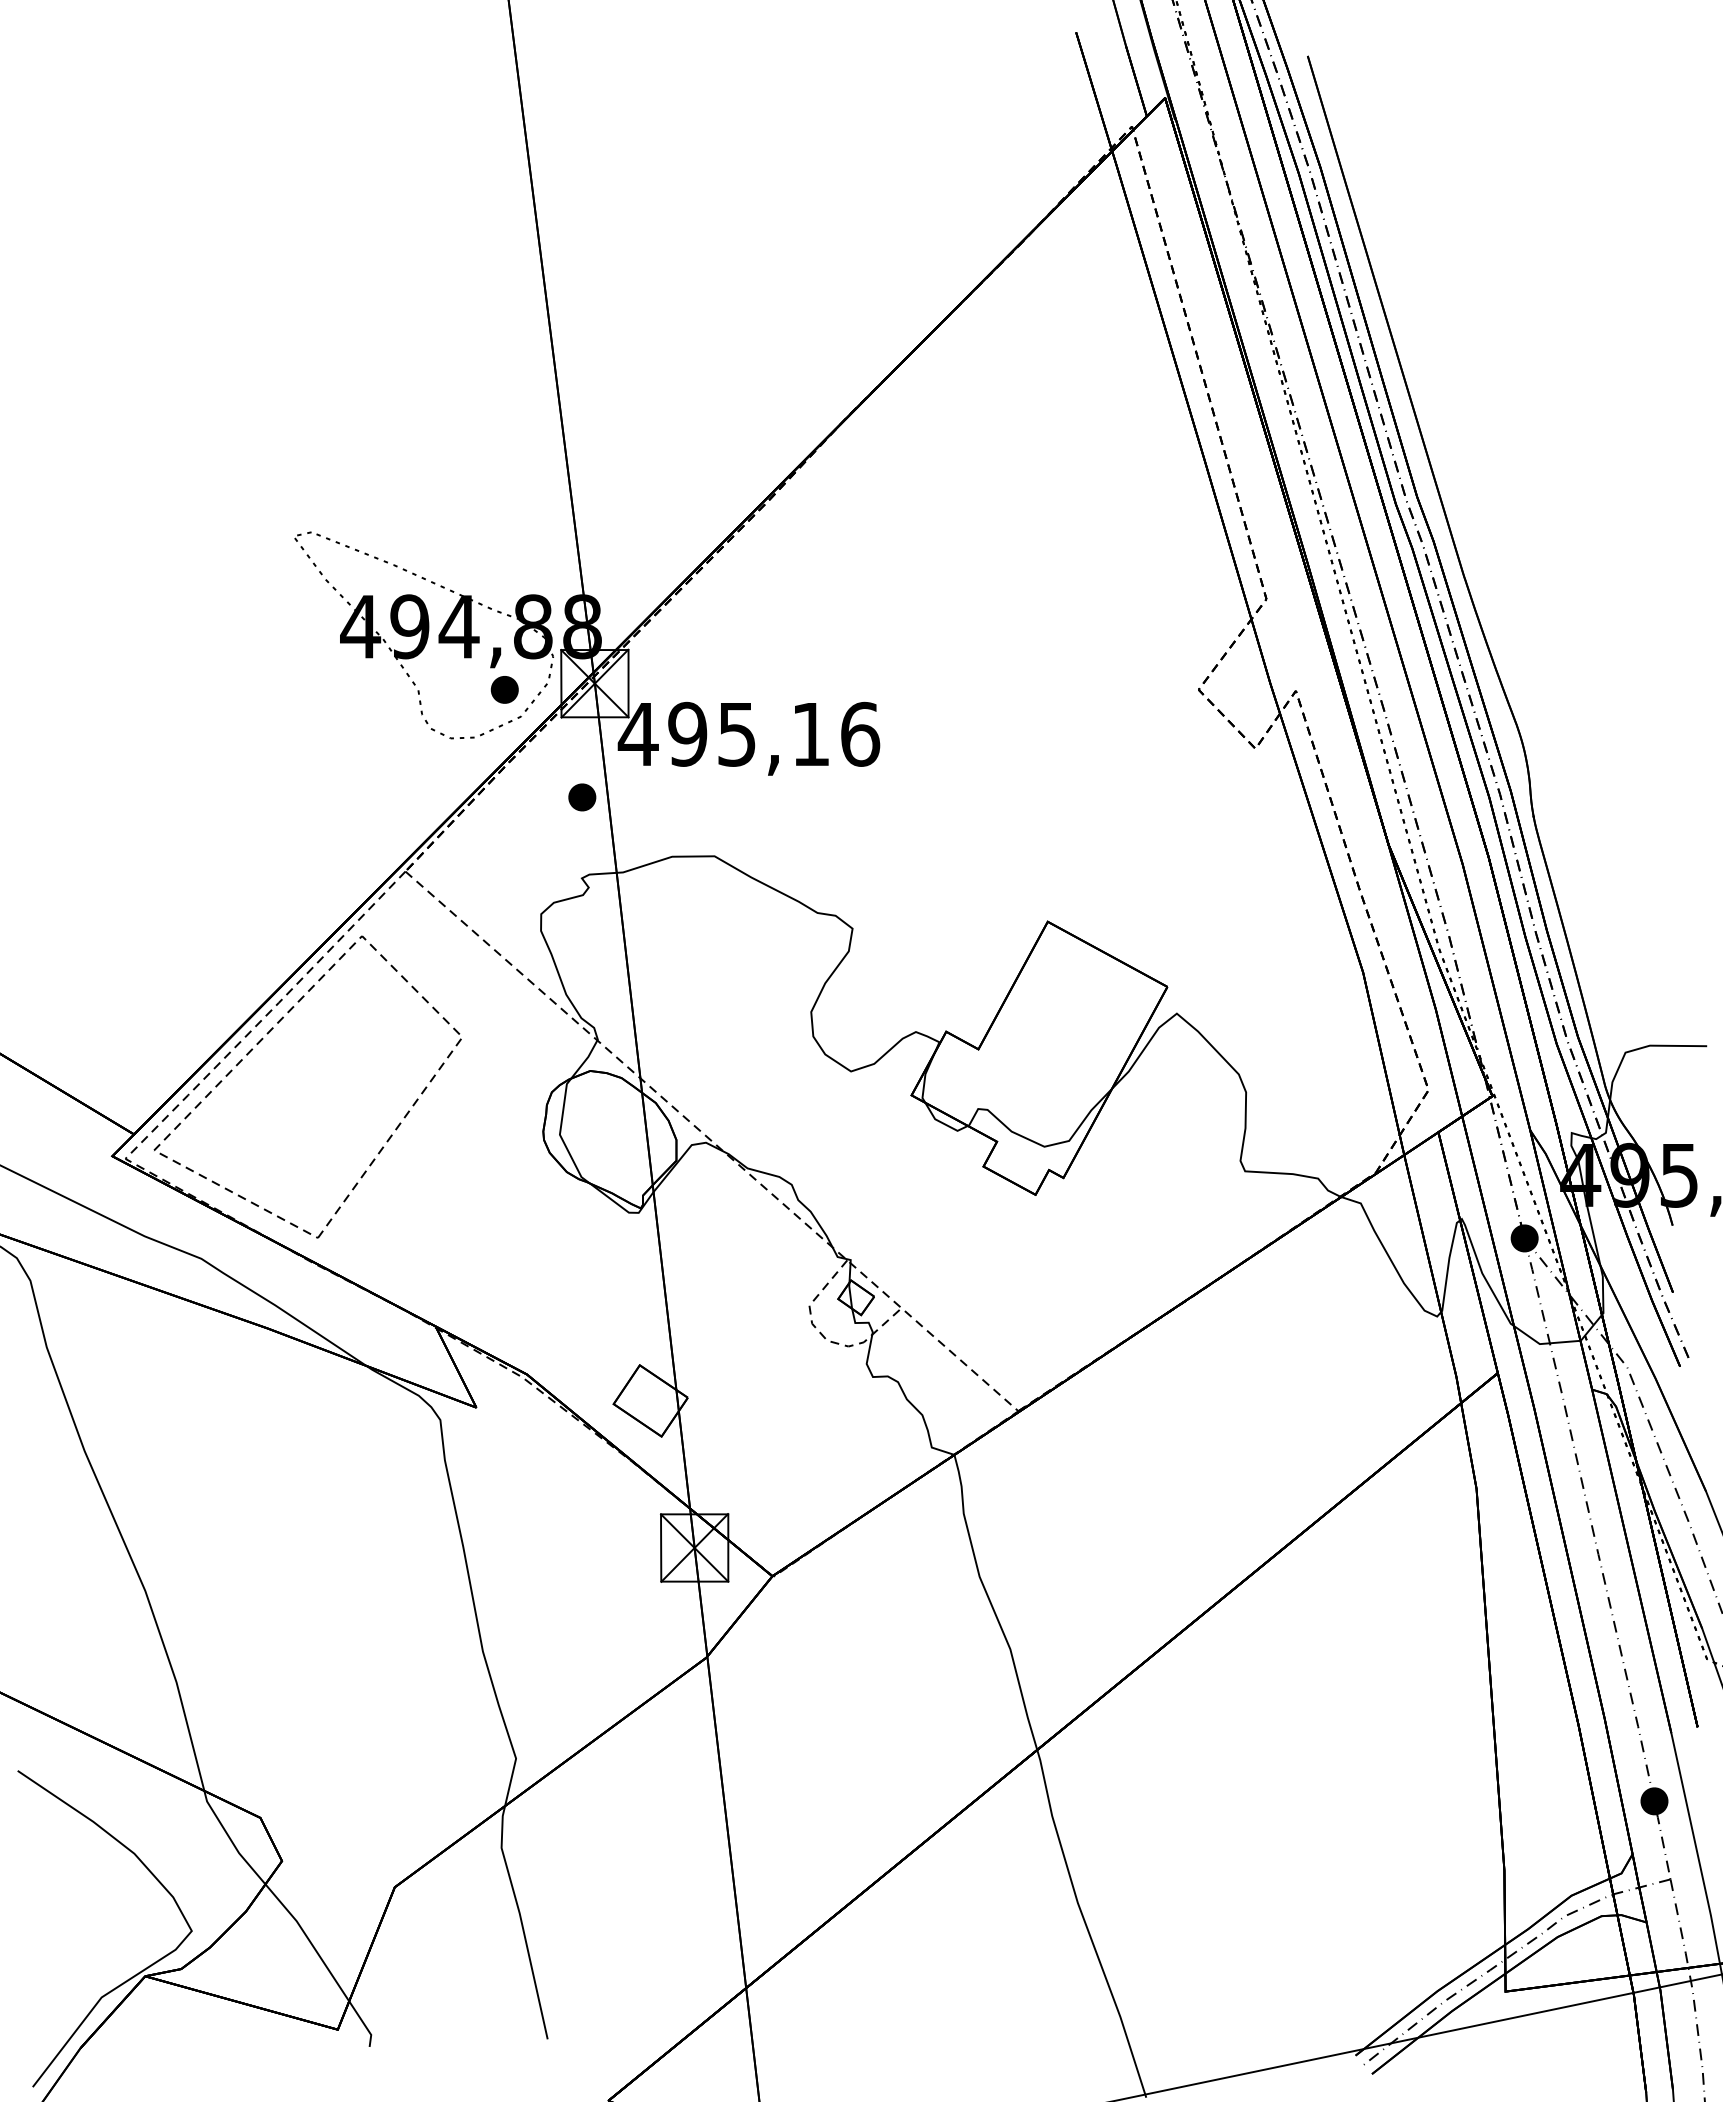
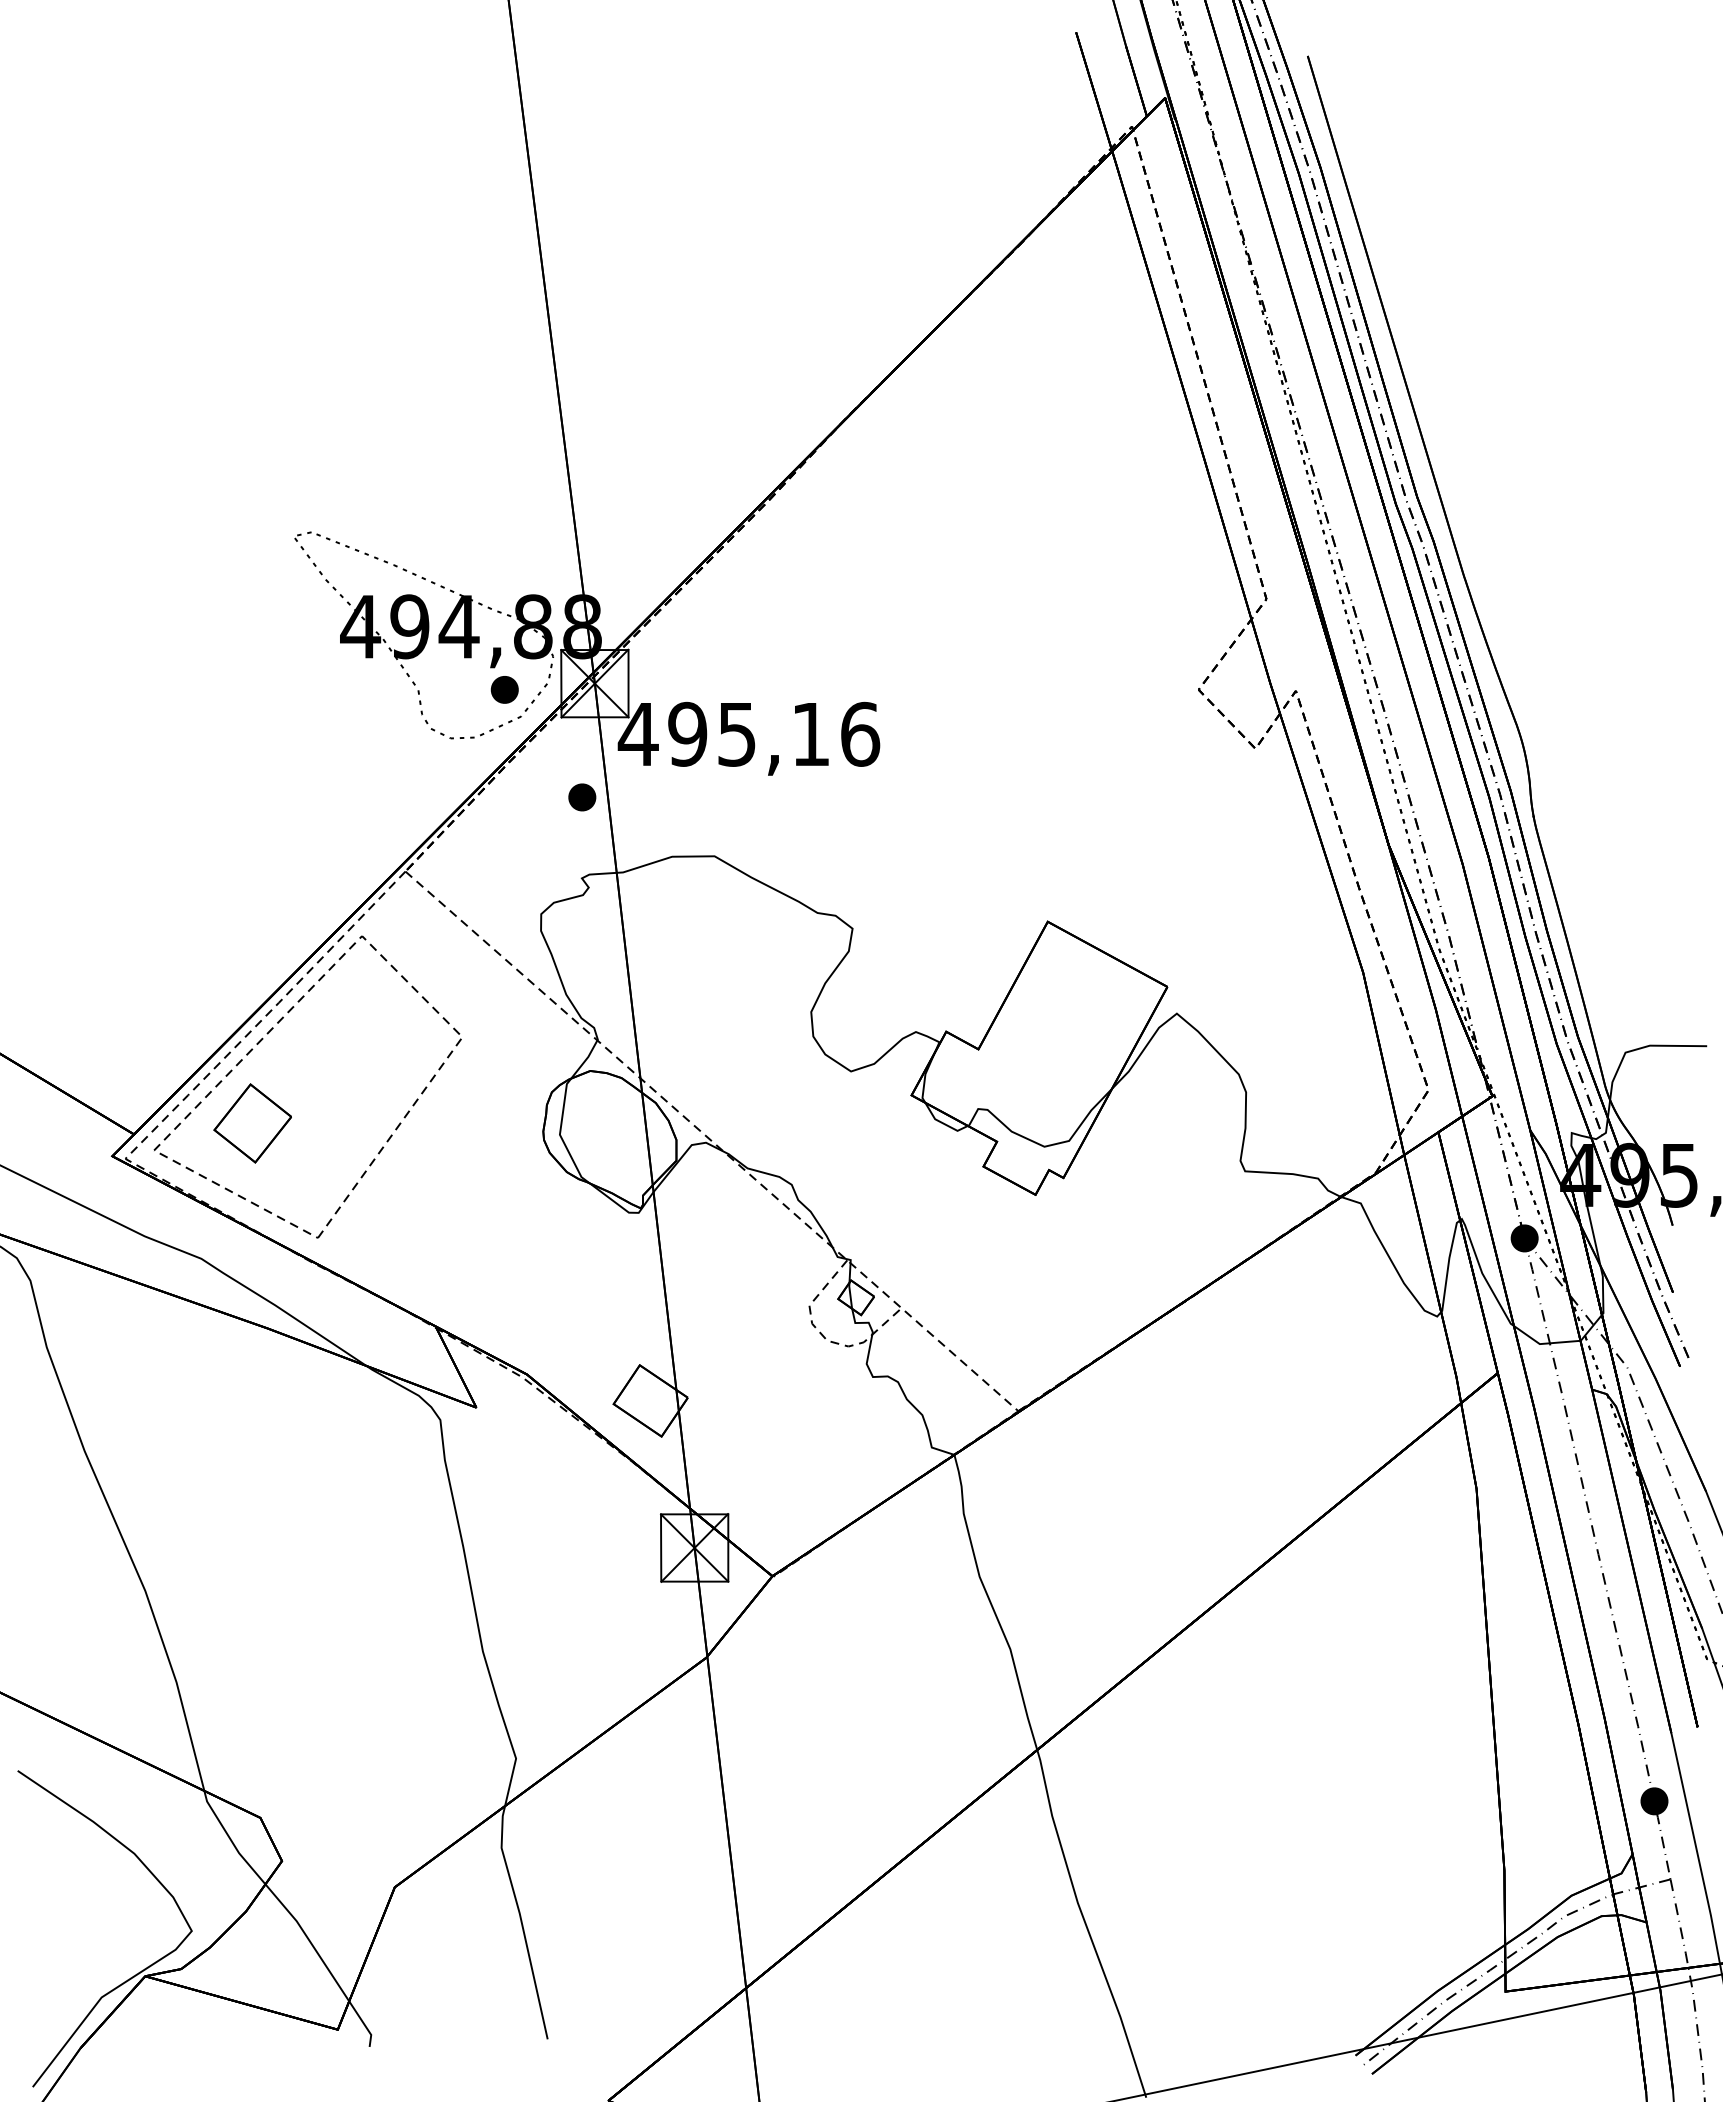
part at (252, 1123): none -> present
